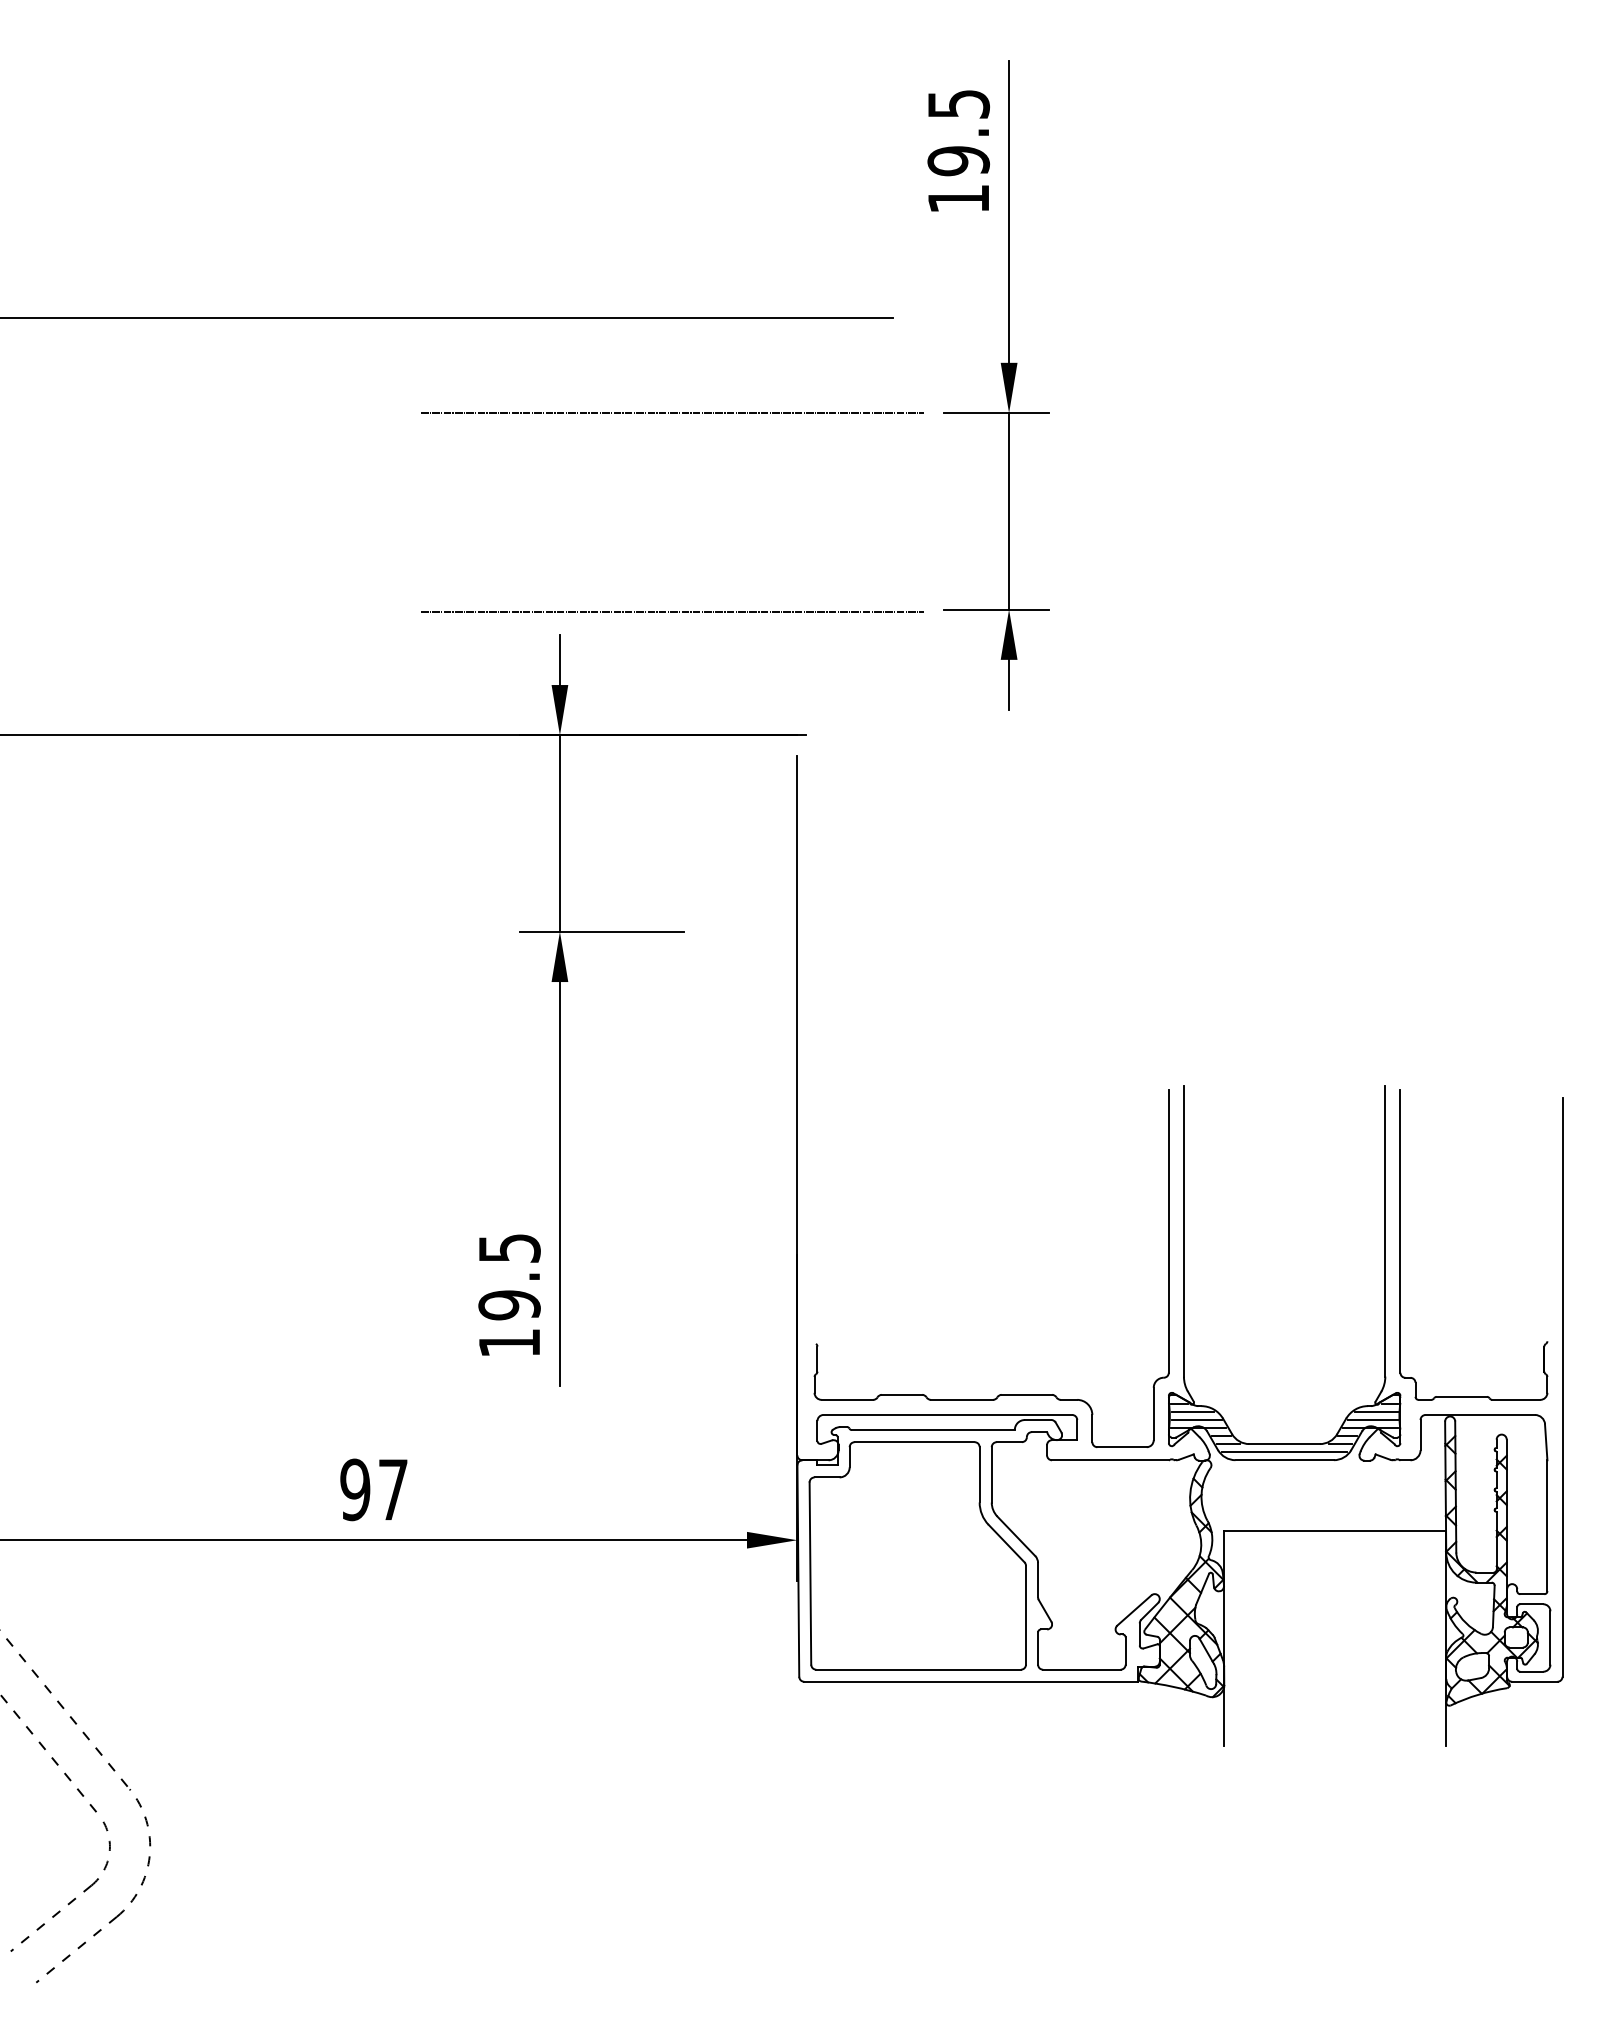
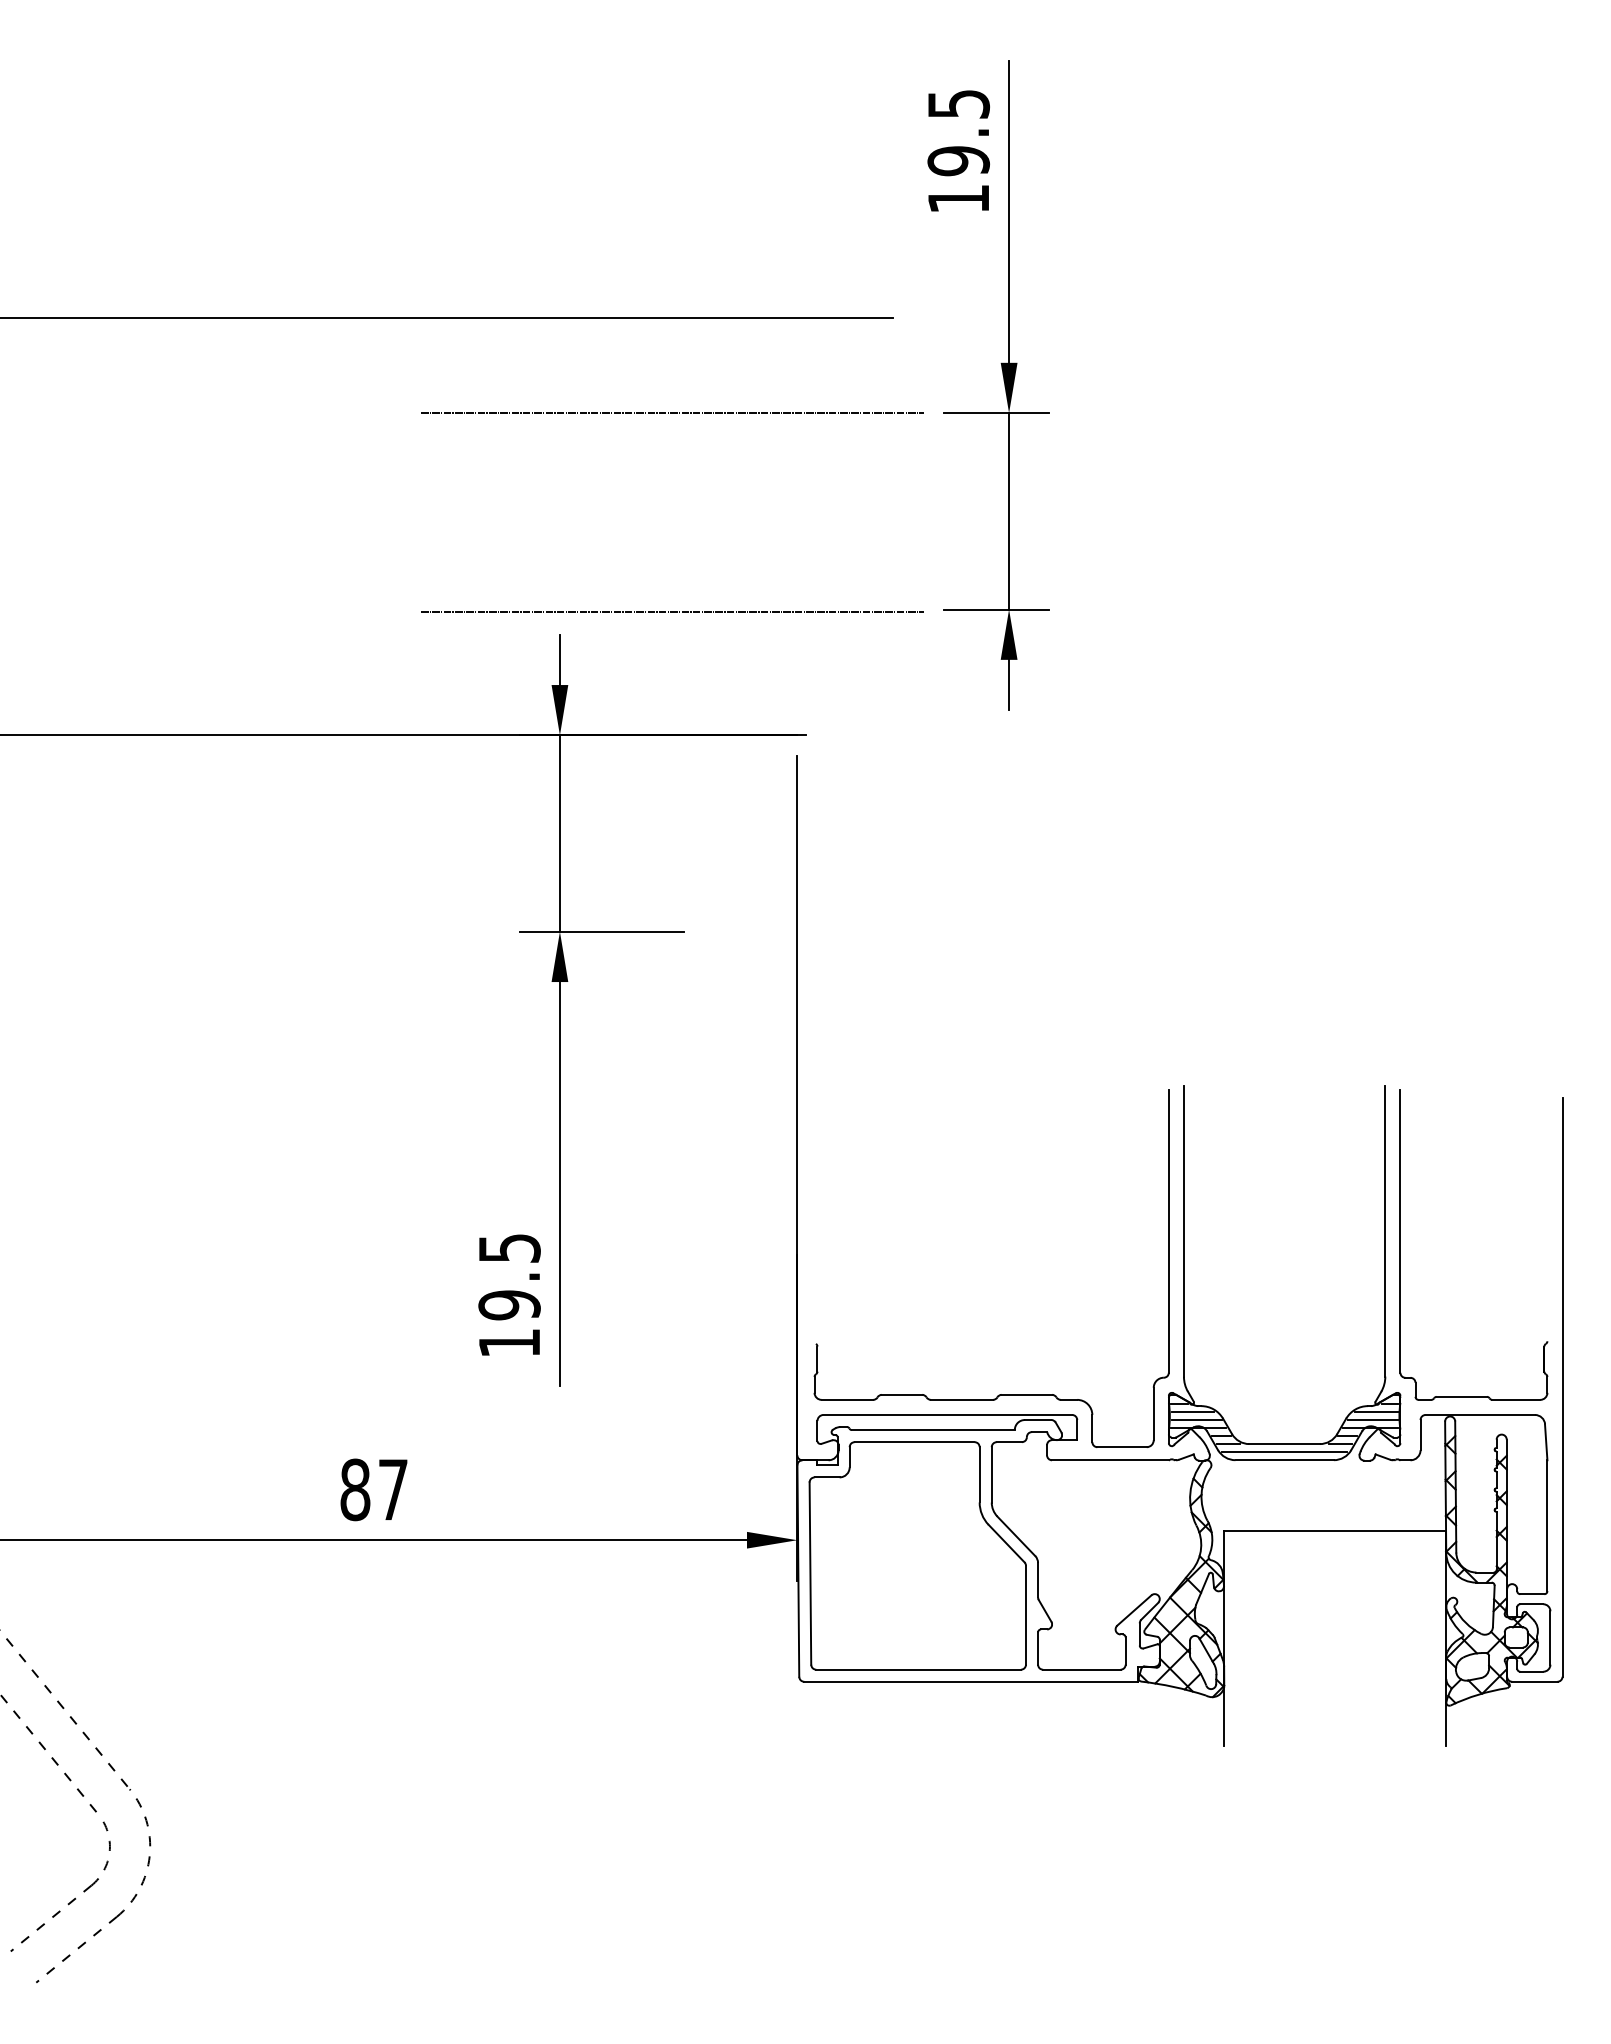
text at (355, 1489): 97 -> 87
